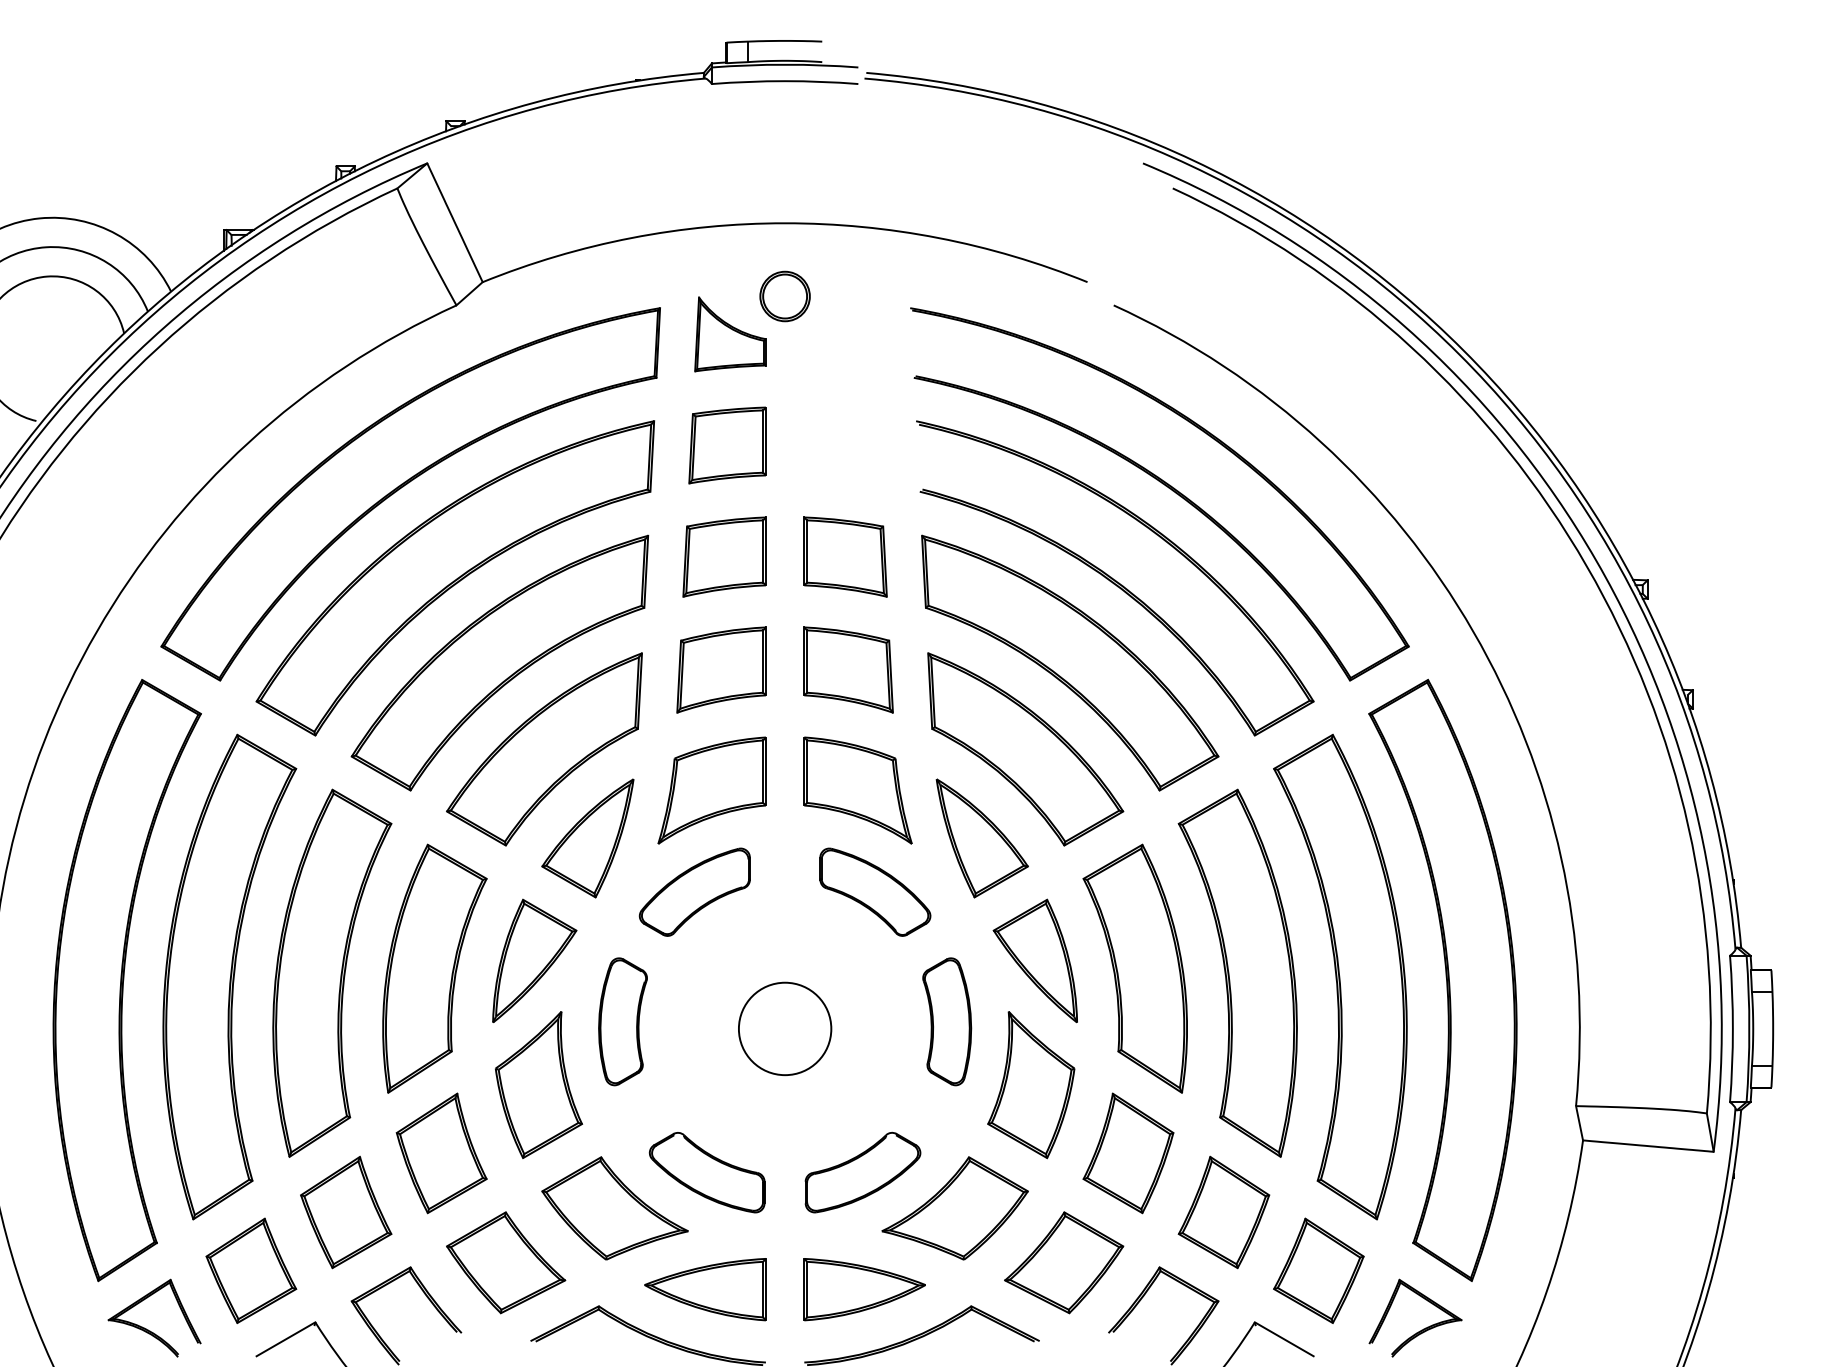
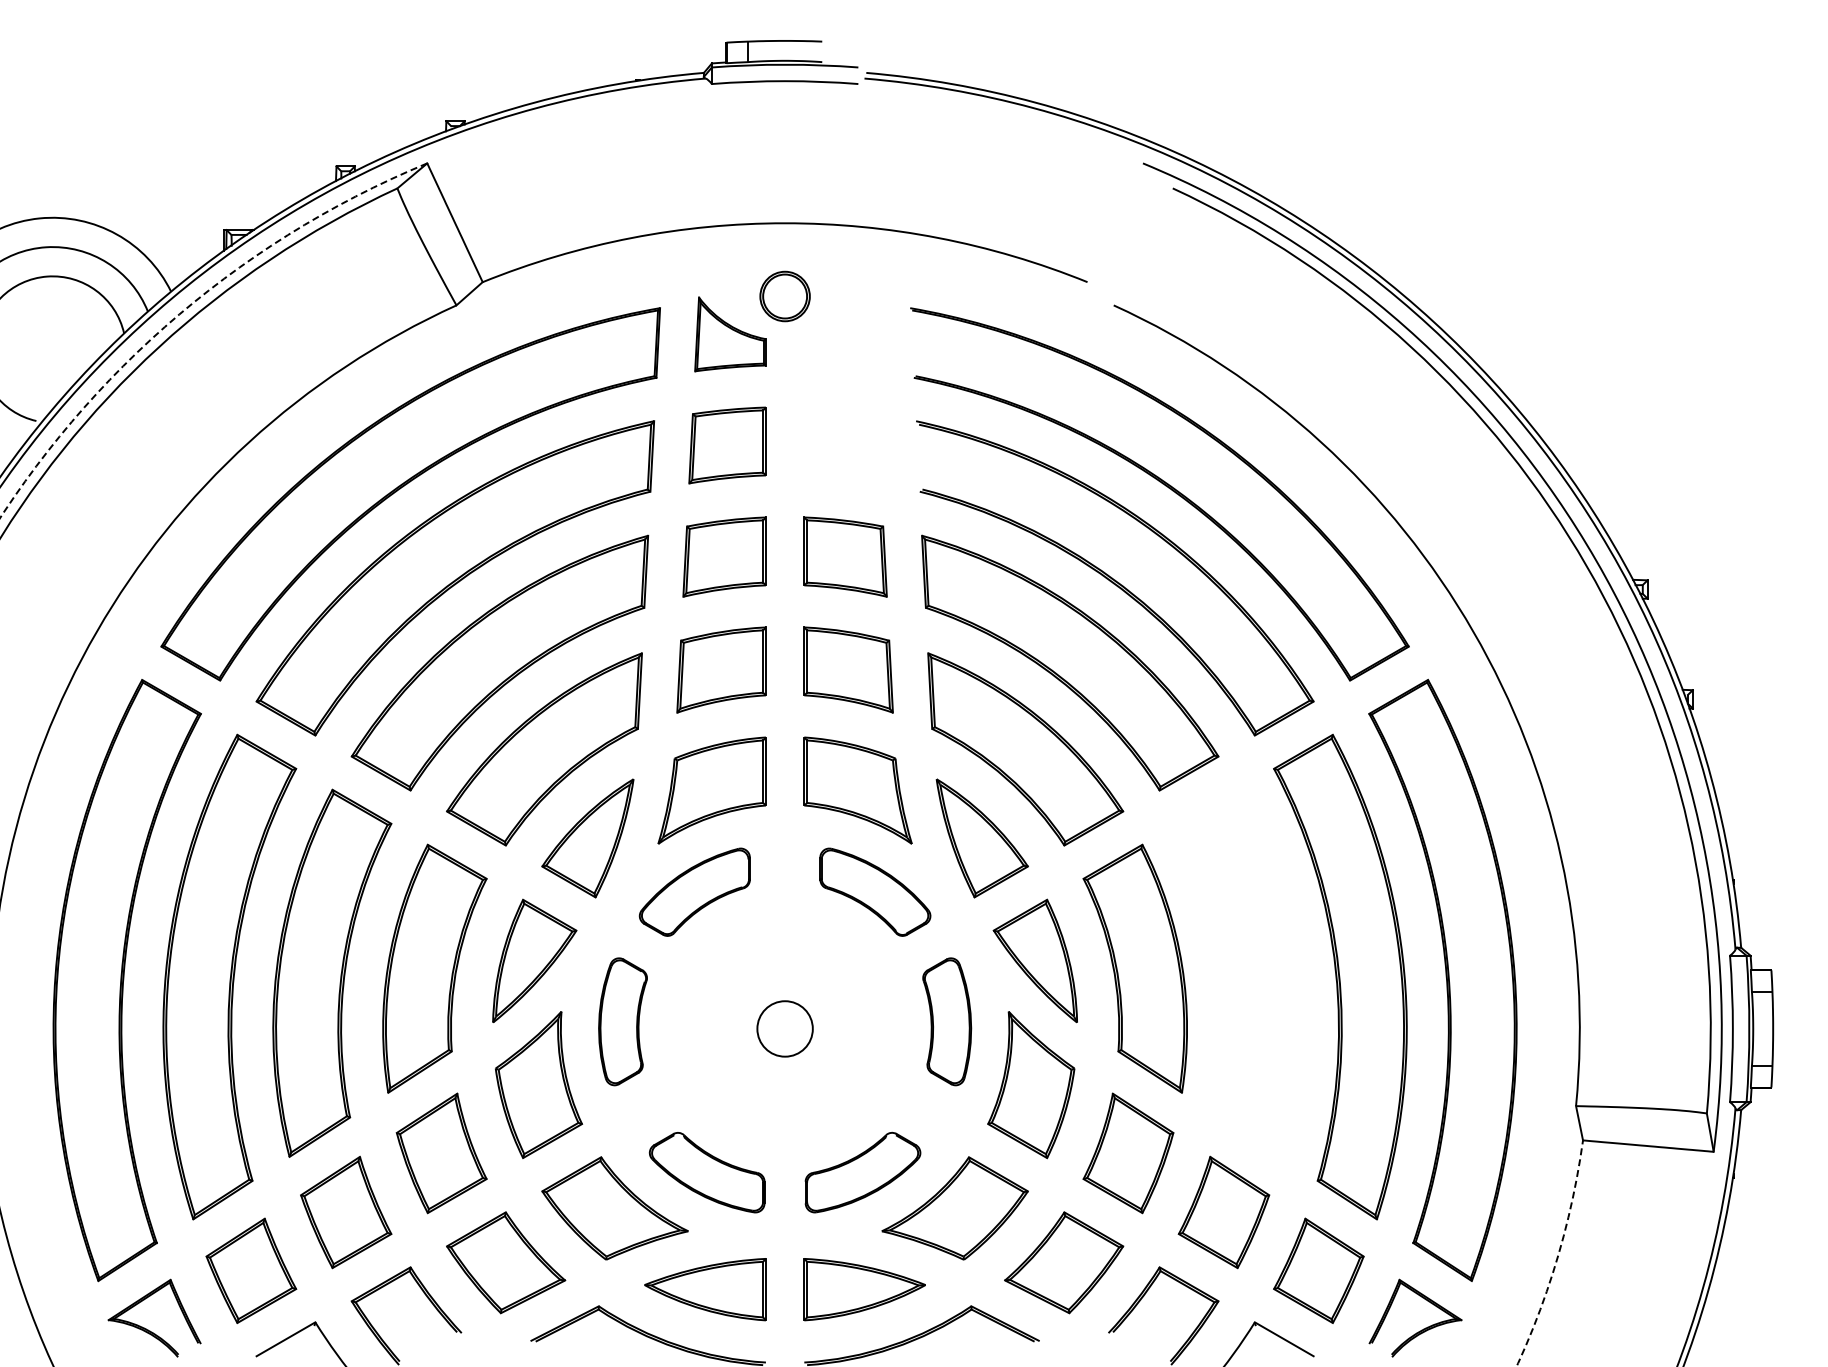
arc at (187, 307): solid -> dashed
part at (1237, 972): present -> none
circle at (784, 1028) diameter: 92 px -> 55 px
arc at (1557, 1256): solid -> dashed
